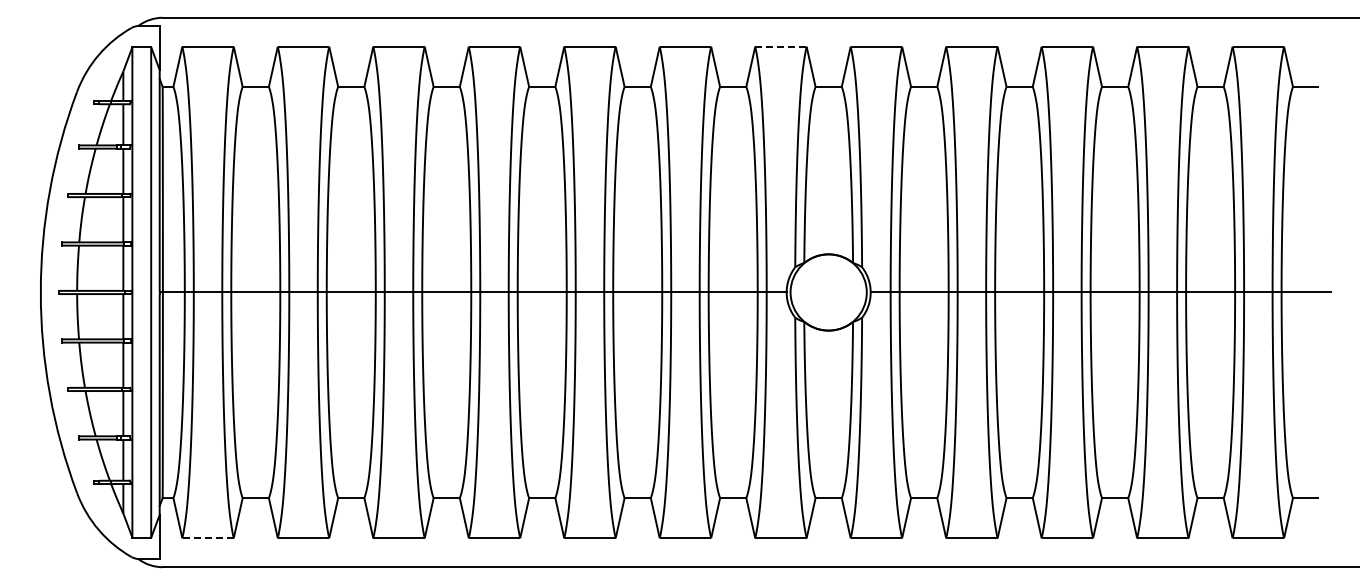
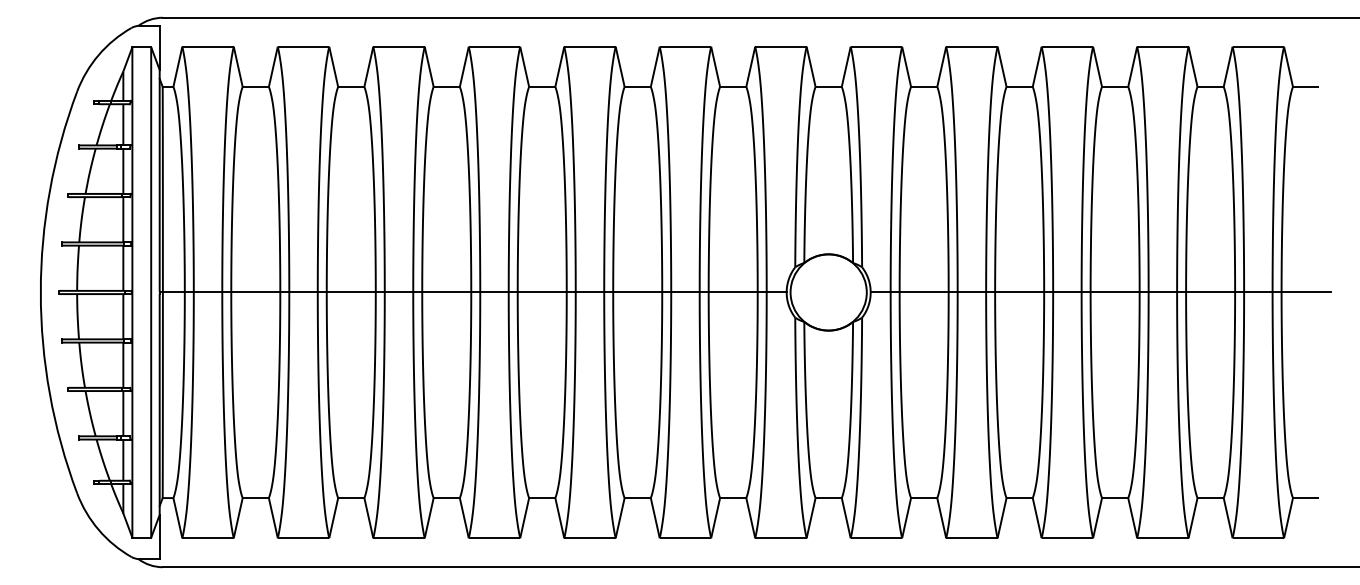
line at (781, 46): dashed -> solid
line at (208, 538): dashed -> solid
